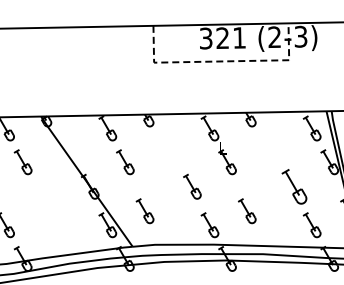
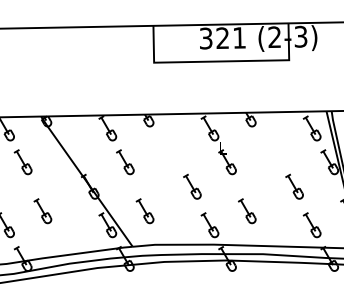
line at (221, 61): dashed -> solid
part at (294, 186) size: 27x36 px -> 19x27 px
part at (42, 211): none -> present
